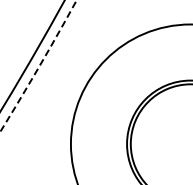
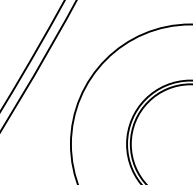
arc at (38, 67): dashed -> solid
